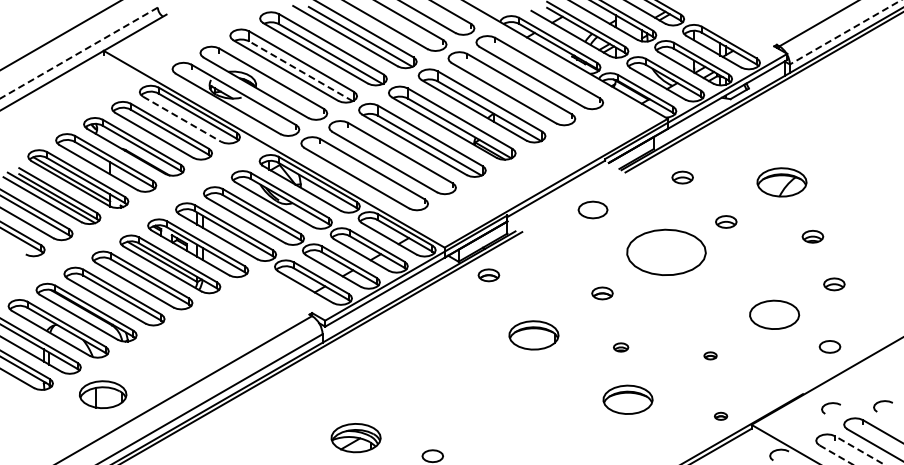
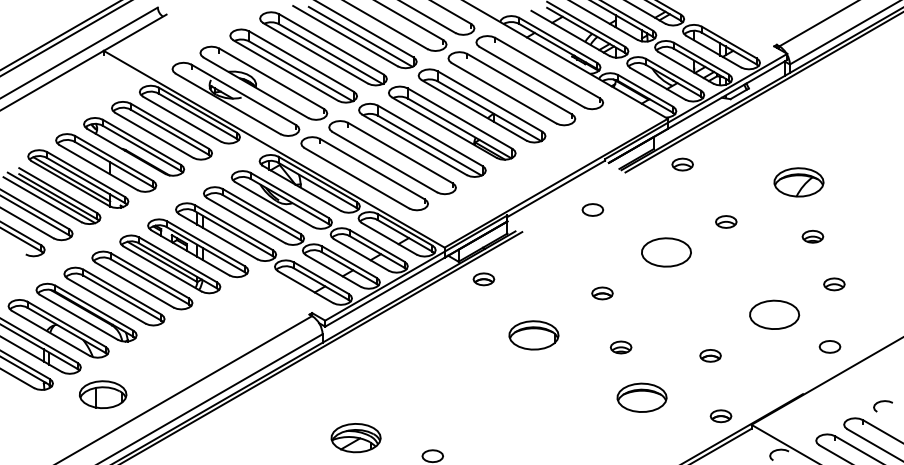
line at (845, 32): dashed -> solid
line at (65, 38): none -> present
line at (79, 53): dashed -> solid
line at (301, 71): dashed -> solid
line at (182, 119): dashed -> solid
part at (682, 177) position: (682, 177) -> (682, 164)
part at (781, 182) position: (781, 182) -> (798, 182)
part at (592, 209) size: 32x20 px -> 23x14 px
part at (666, 251) size: 81x48 px -> 51x31 px
part at (488, 275) position: (488, 275) -> (483, 279)
part at (621, 347) size: 17x11 px -> 24x15 px
part at (710, 355) size: 15x10 px -> 23x14 px
part at (627, 399) position: (627, 399) -> (641, 397)
curve at (830, 404): present -> none
part at (721, 415) size: 15x10 px -> 24x15 px
line at (859, 450): dashed -> solid
line at (836, 455): dashed -> solid
